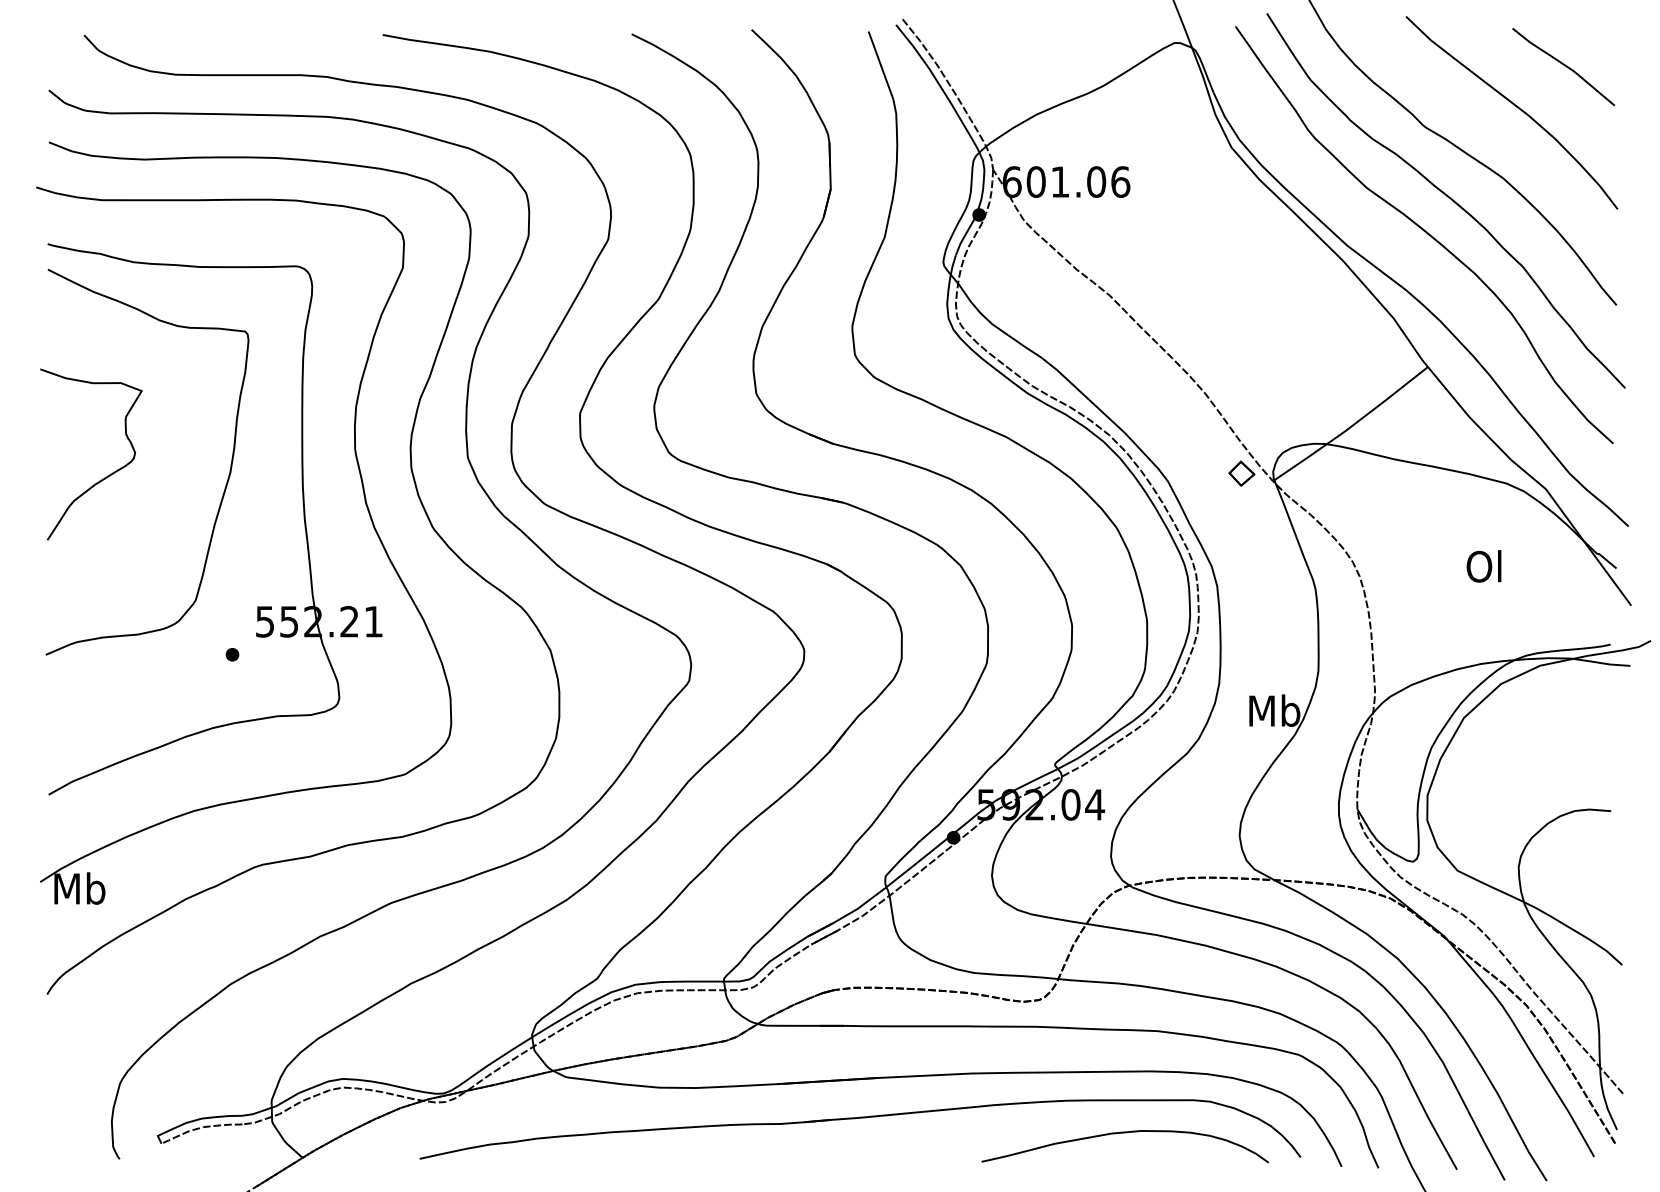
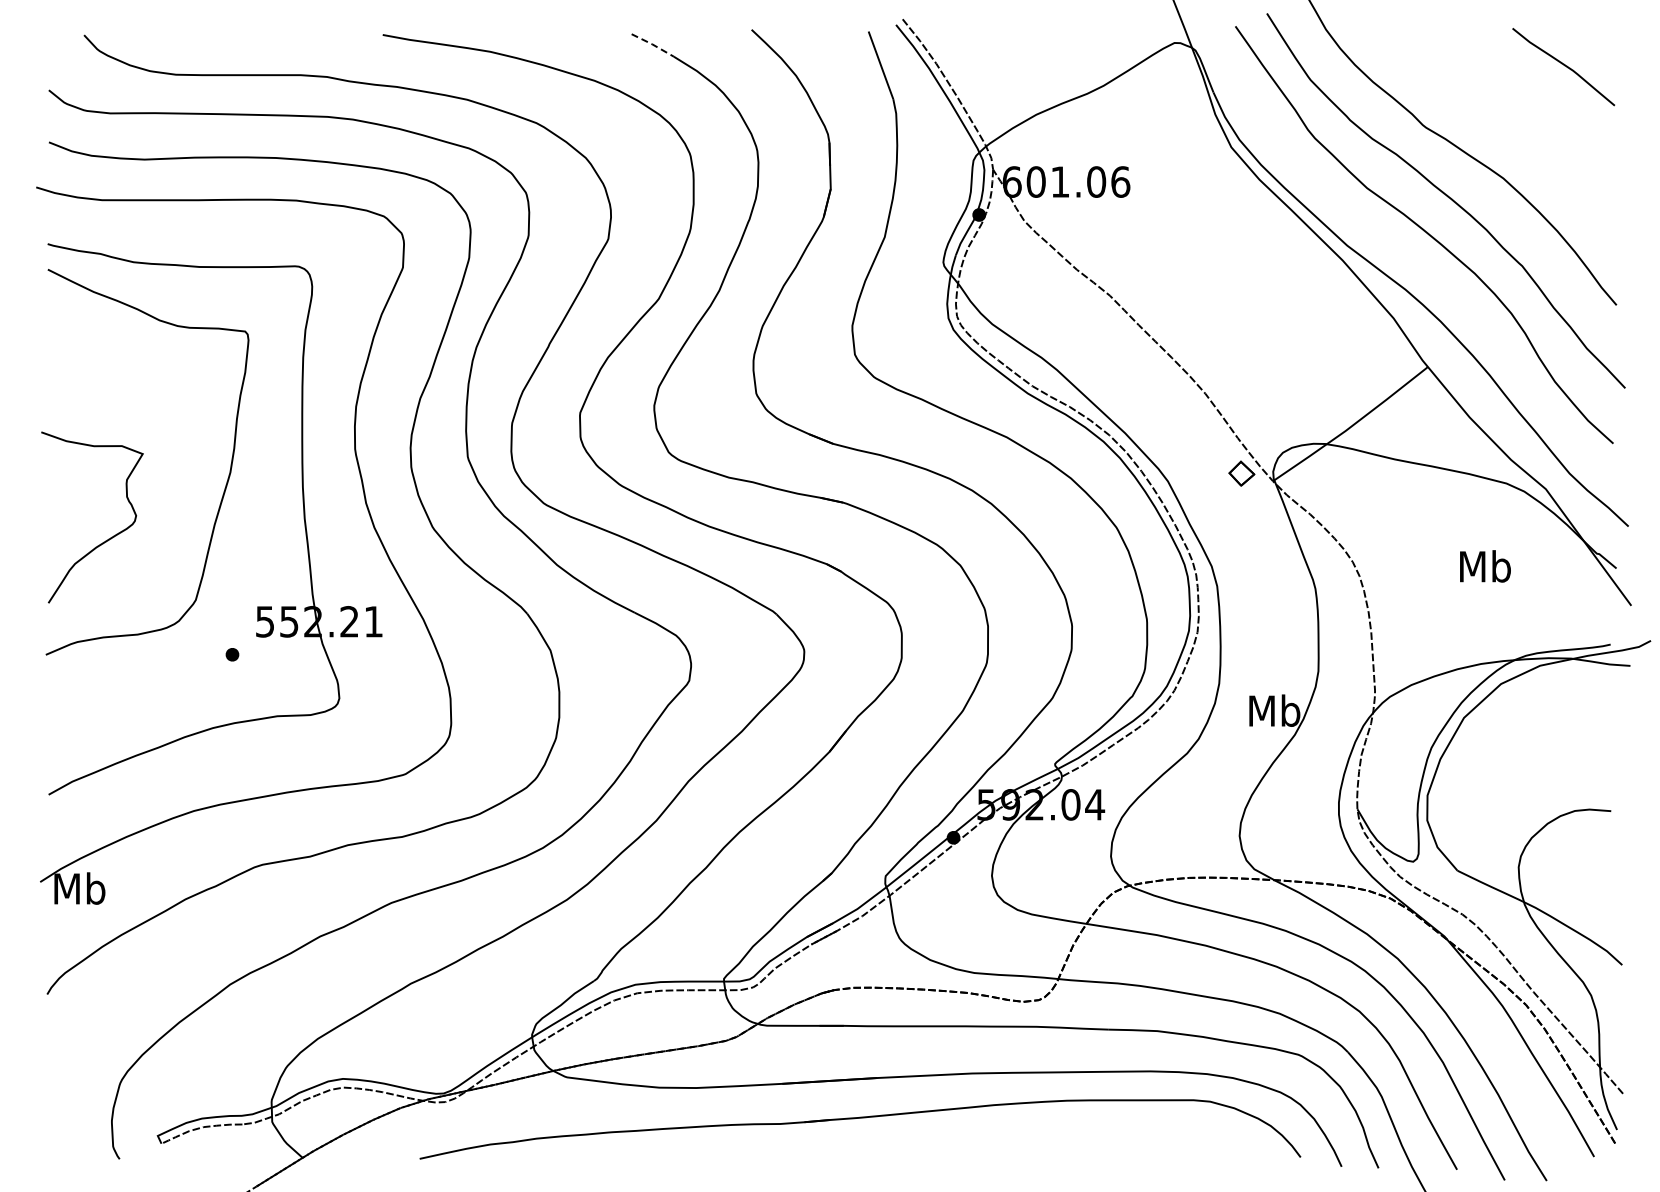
line at (653, 44): solid -> dashed
curve at (1516, 107): present -> none
curve at (107, 475) position: (107, 475) -> (108, 538)
text at (1485, 566): Ol -> Mb
part at (1124, 1133): present -> none
